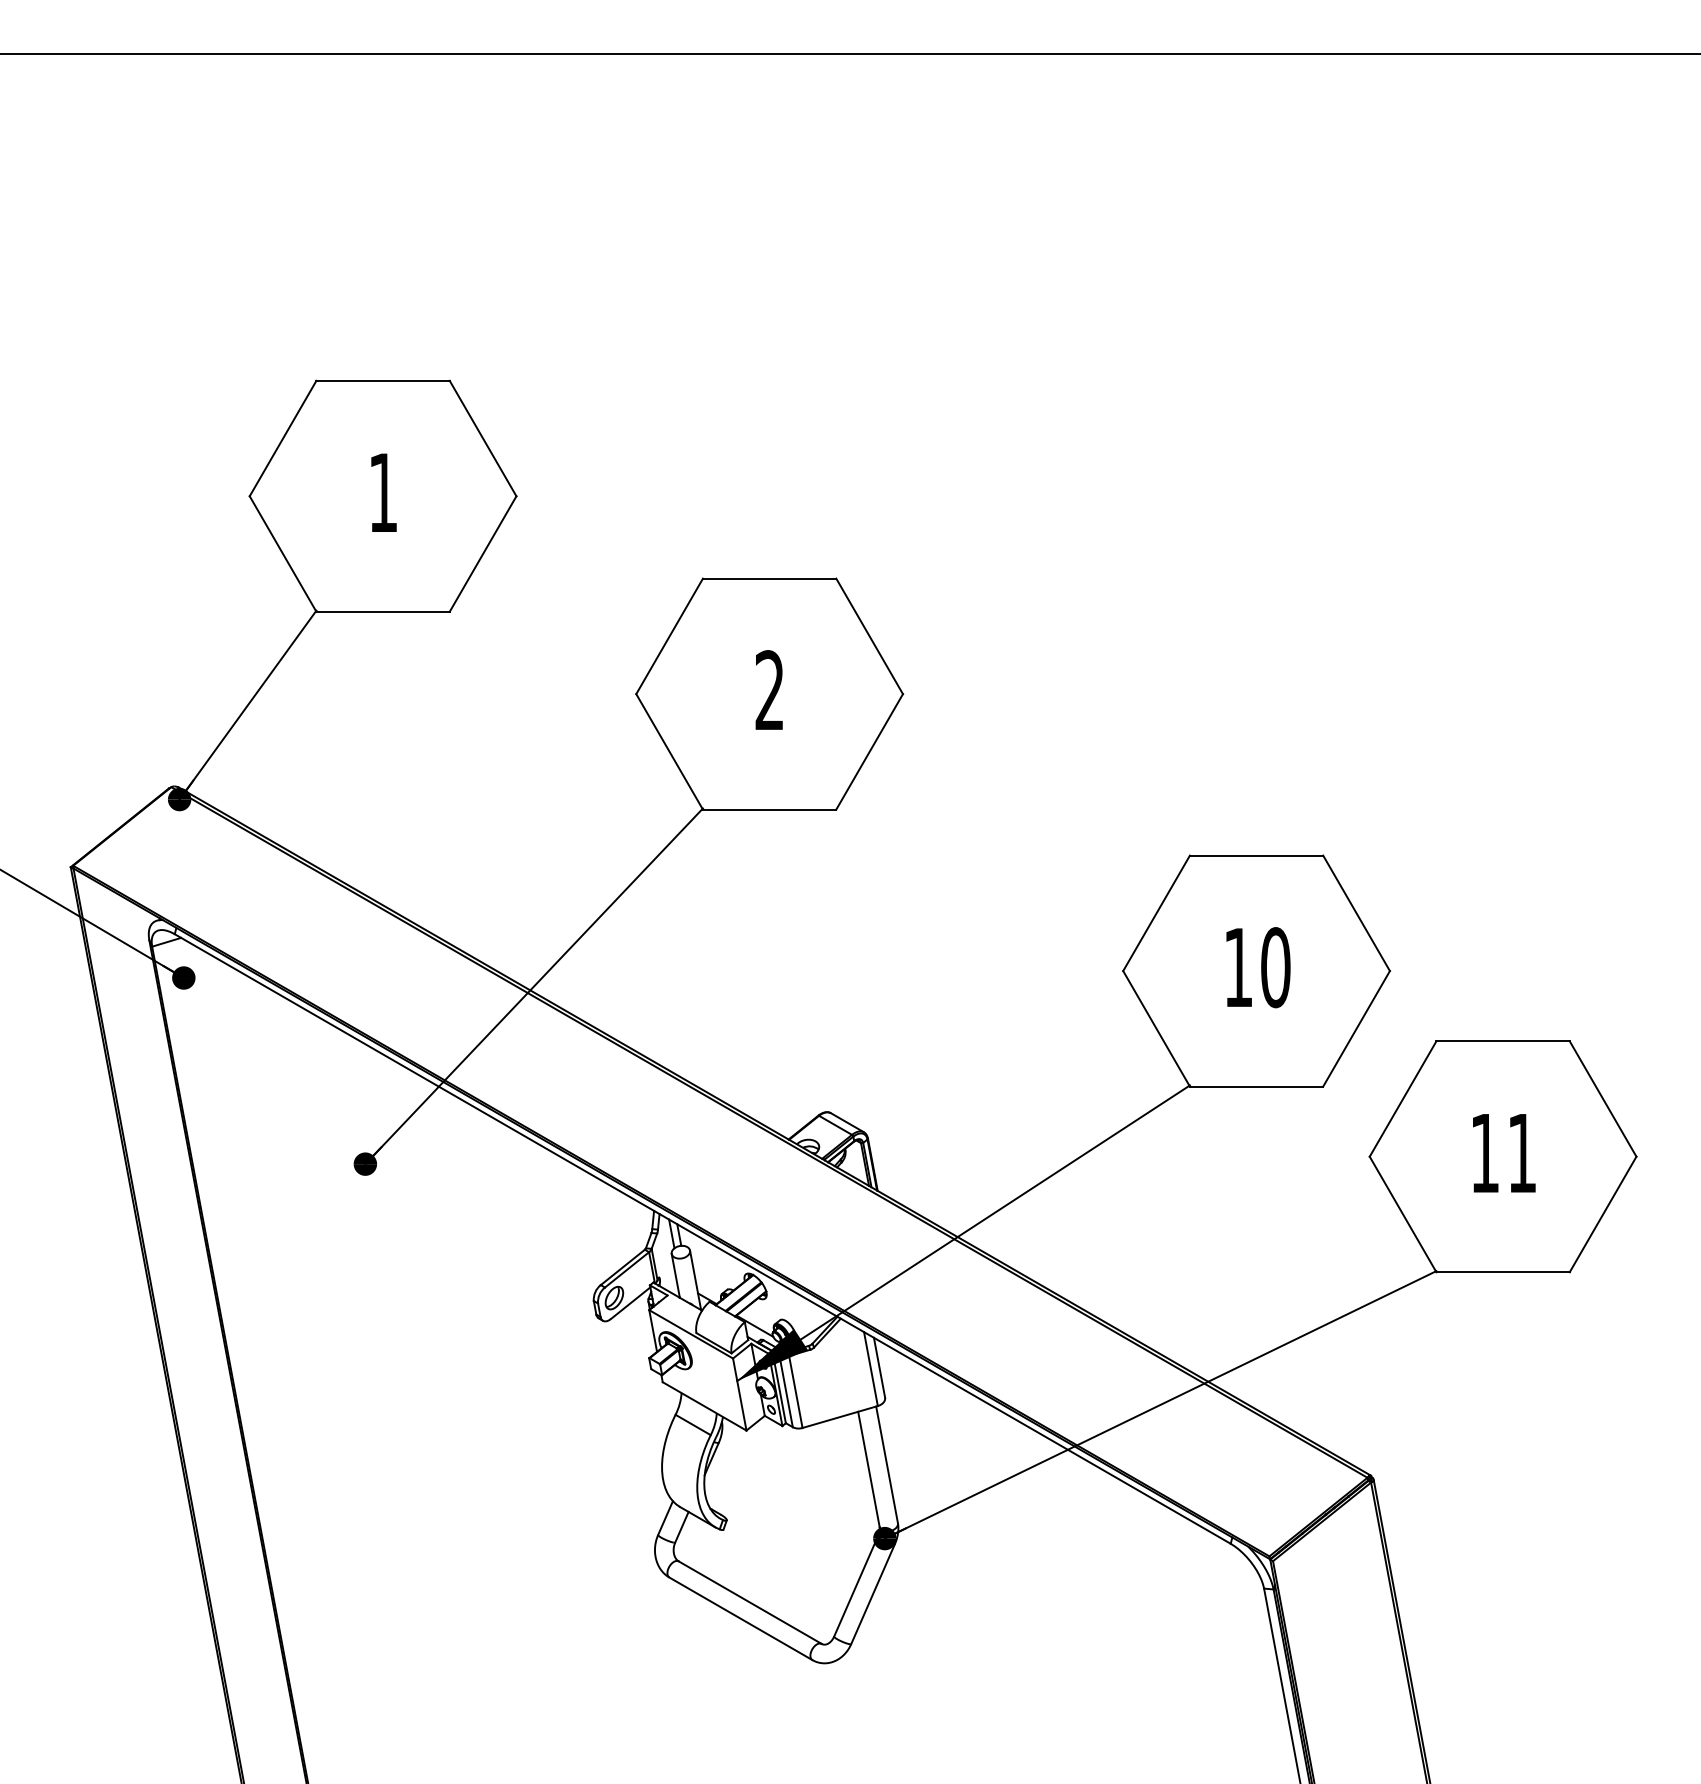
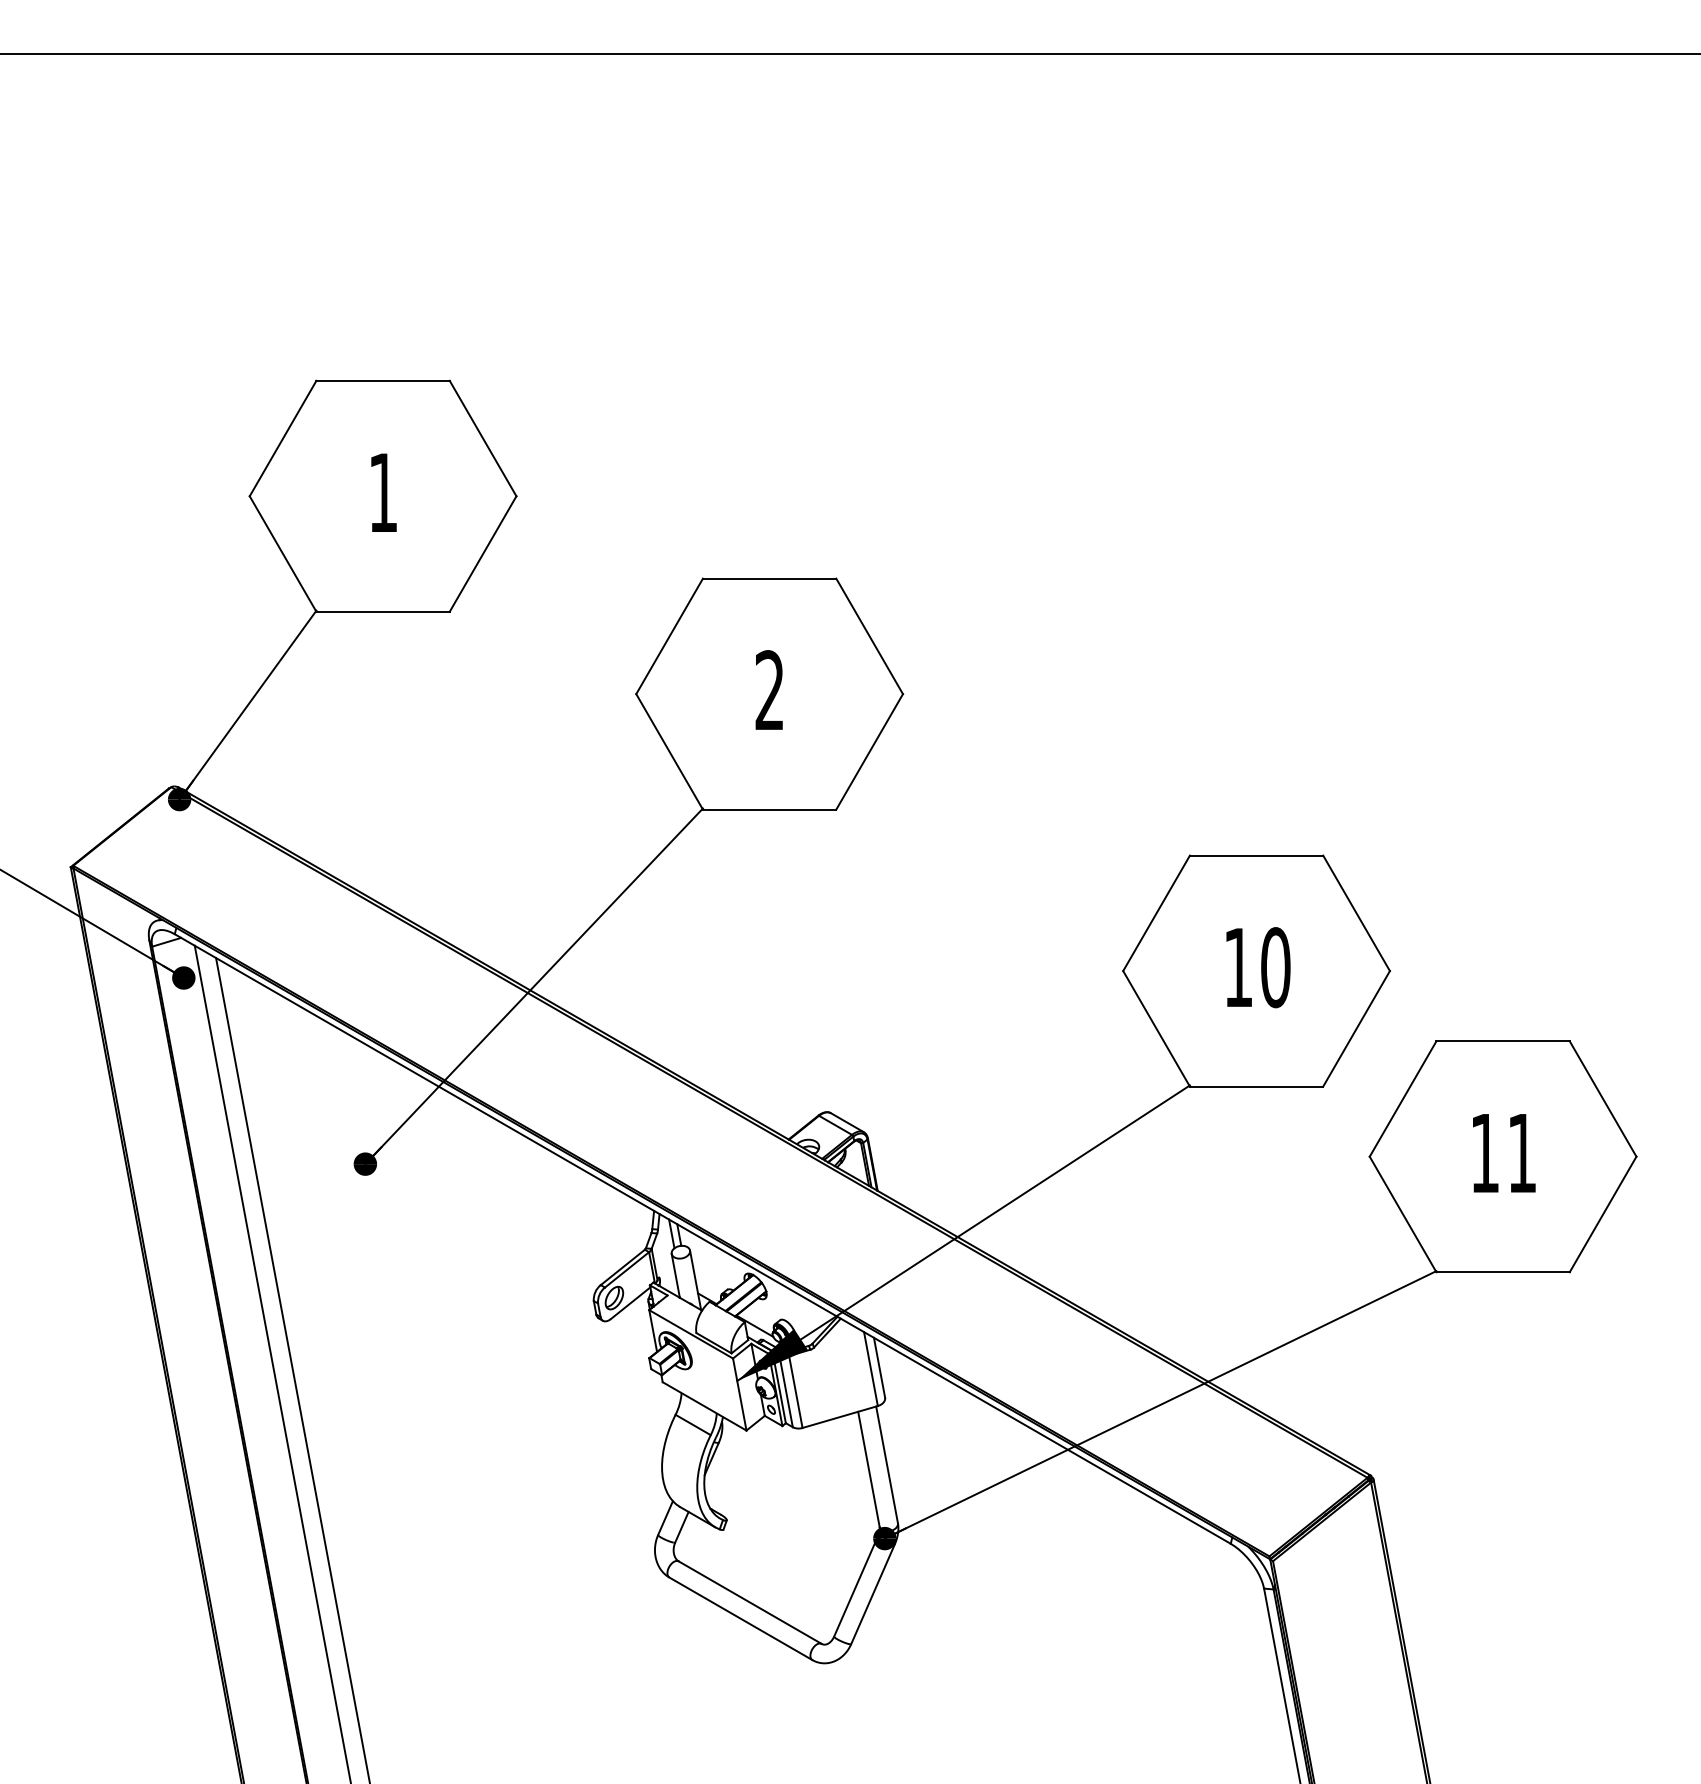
line at (272, 1362): none -> present
line at (292, 1369): none -> present
